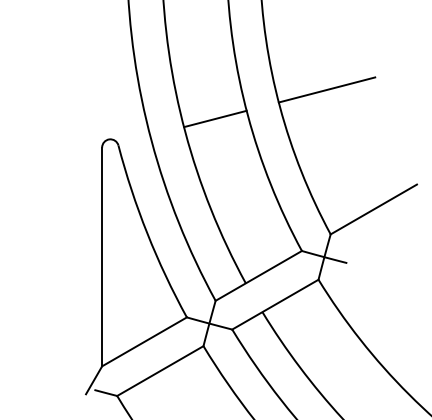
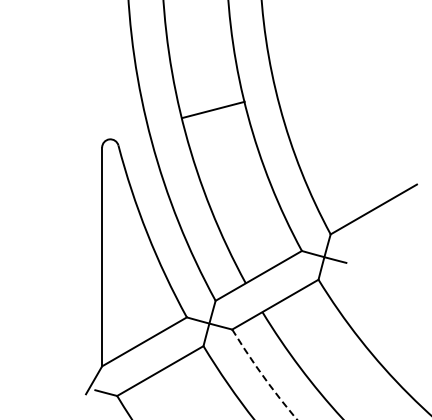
line at (326, 89): present -> none
line at (215, 118) position: (215, 118) -> (213, 109)
arc at (263, 376): solid -> dashed
